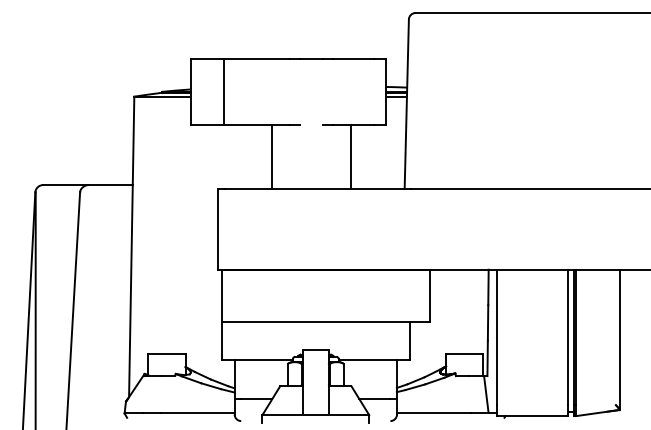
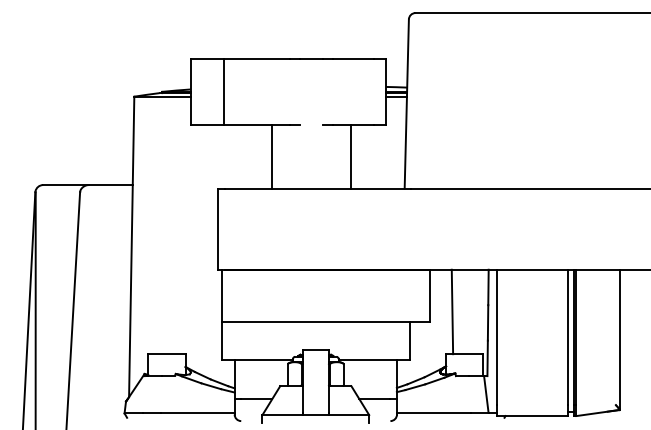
line at (452, 311): none -> present
